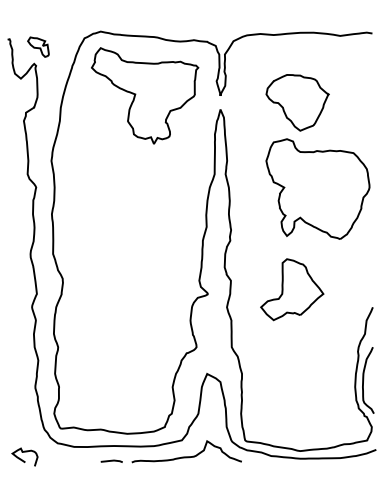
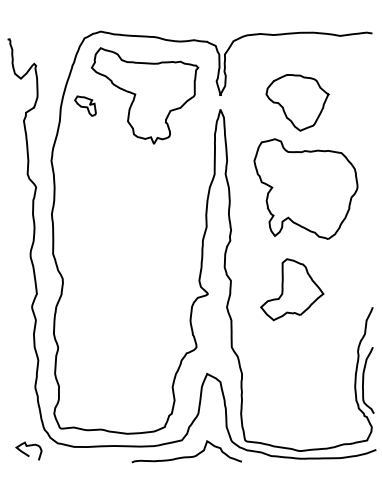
part at (38, 46) position: (38, 46) -> (85, 105)
part at (317, 188) position: (317, 188) -> (305, 188)
curve at (21, 458) position: (21, 458) -> (25, 452)
line at (111, 460): present -> none
